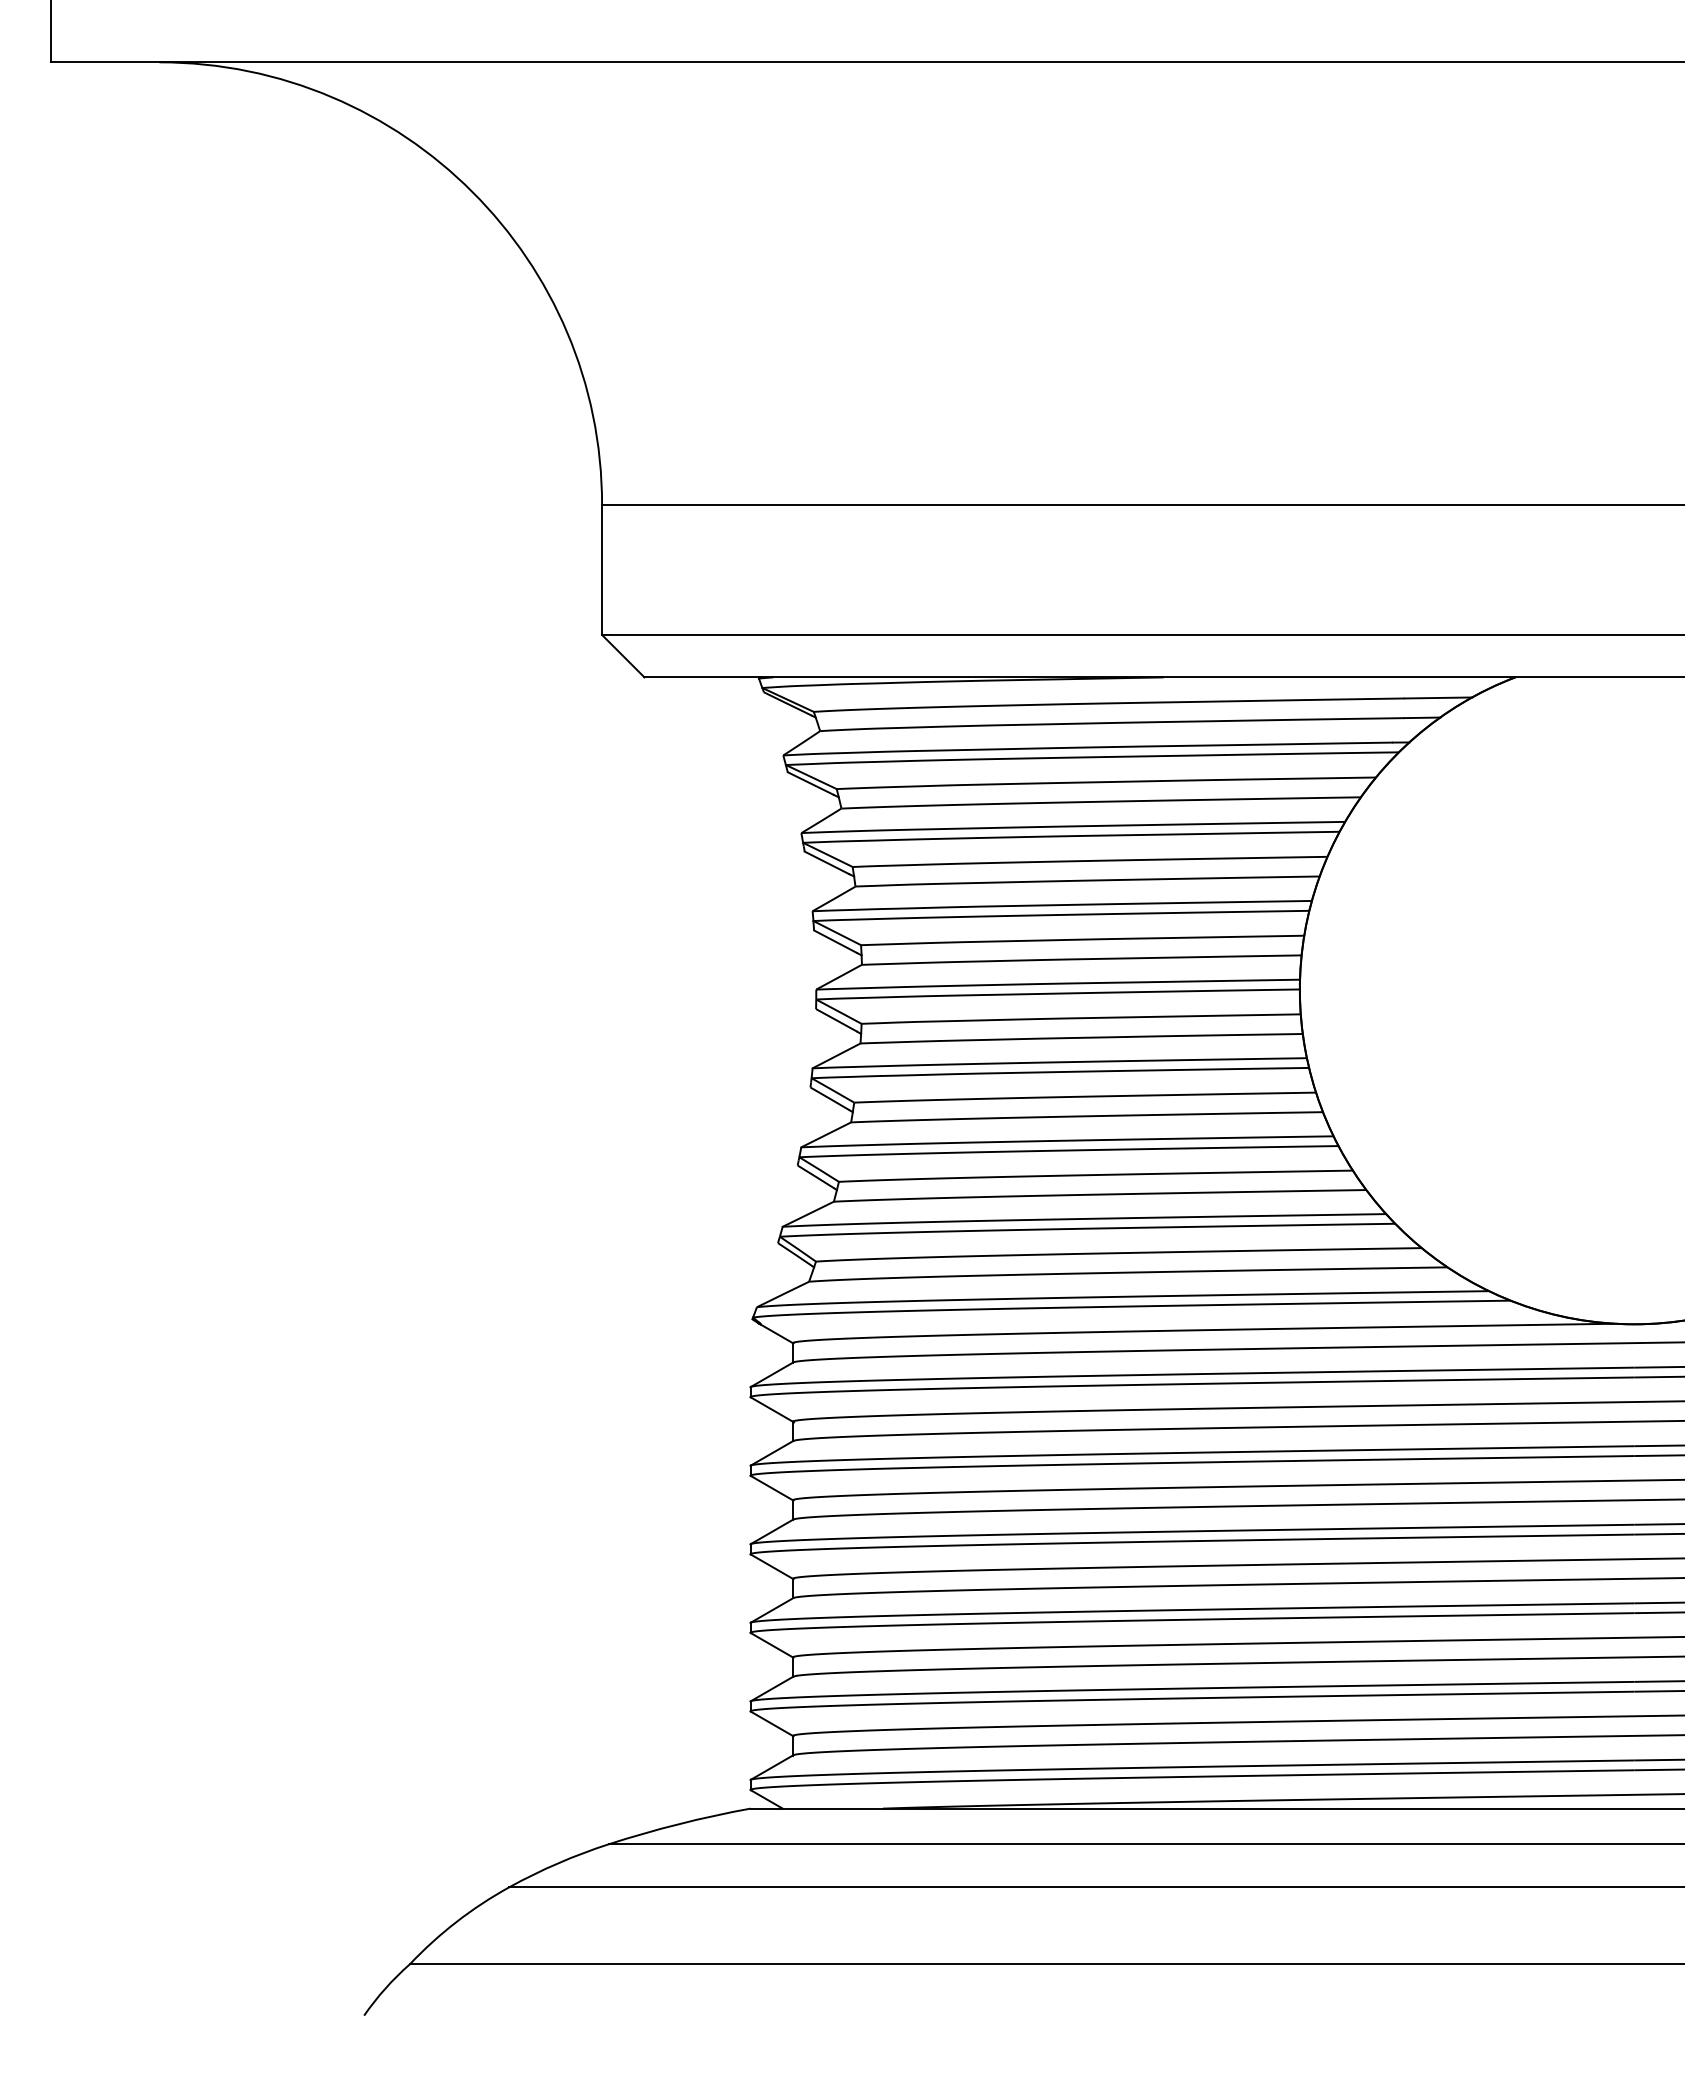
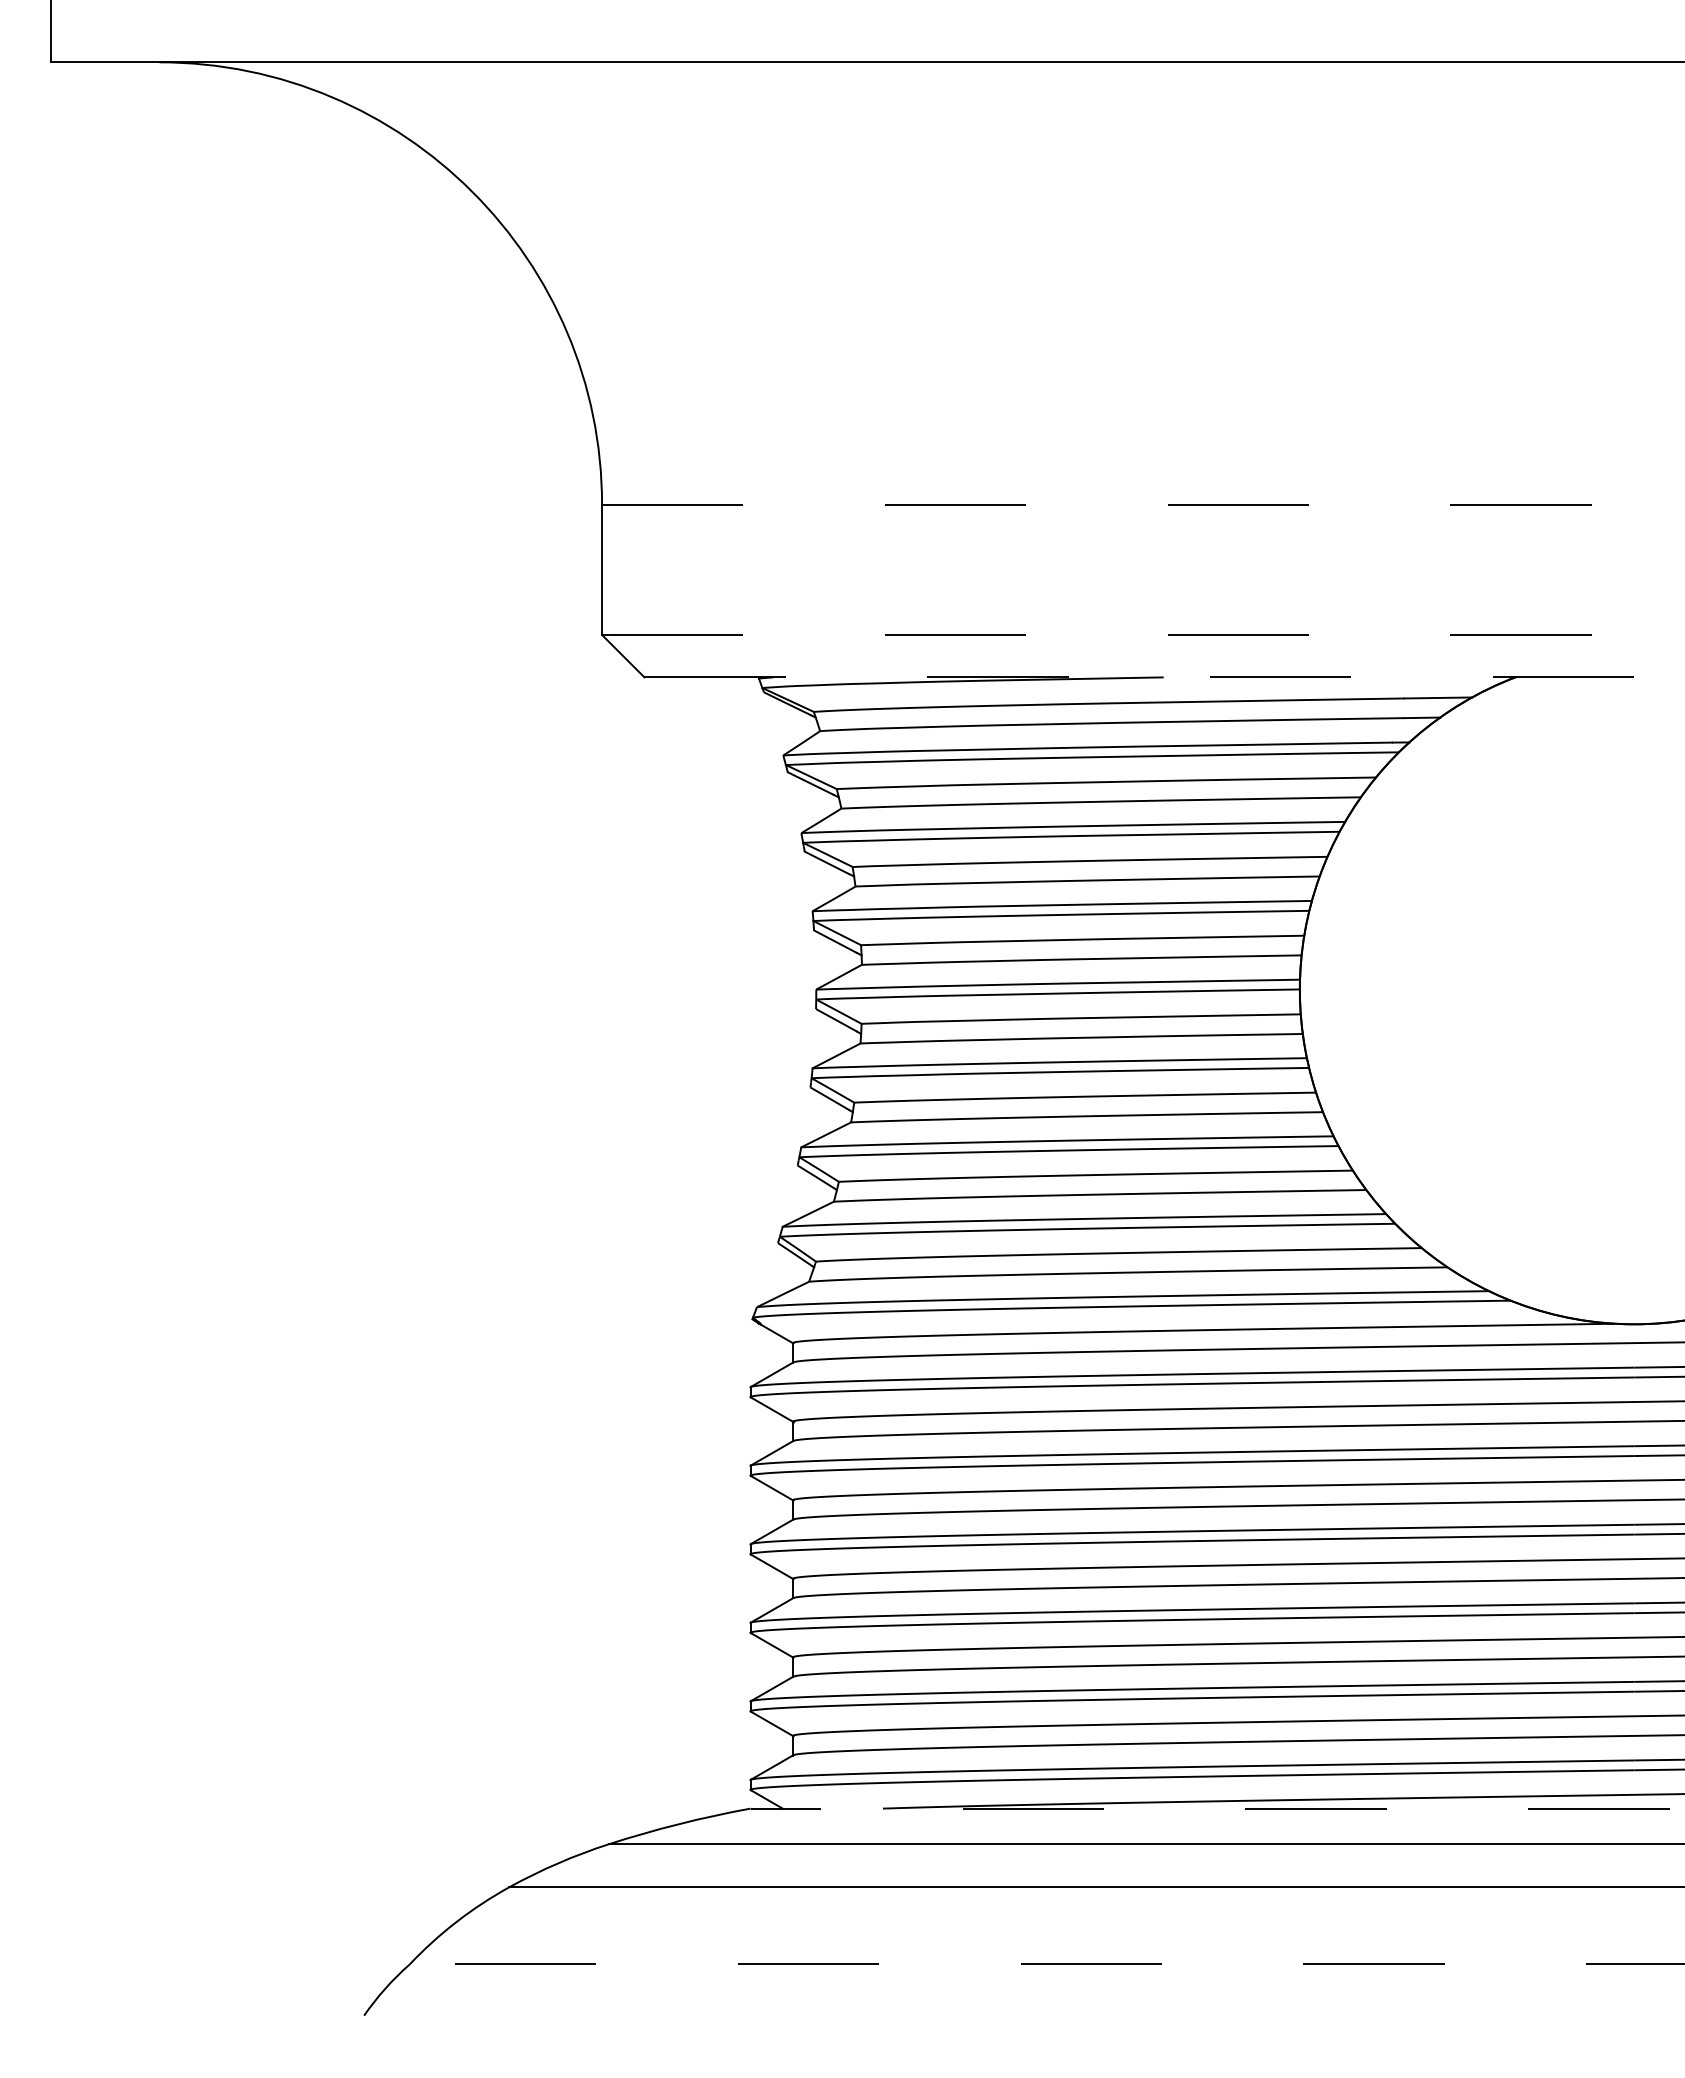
line at (1143, 504): solid -> dashed
line at (1143, 634): solid -> dashed
line at (1164, 677): solid -> dashed
line at (1217, 1808): solid -> dashed
line at (1046, 1964): solid -> dashed
